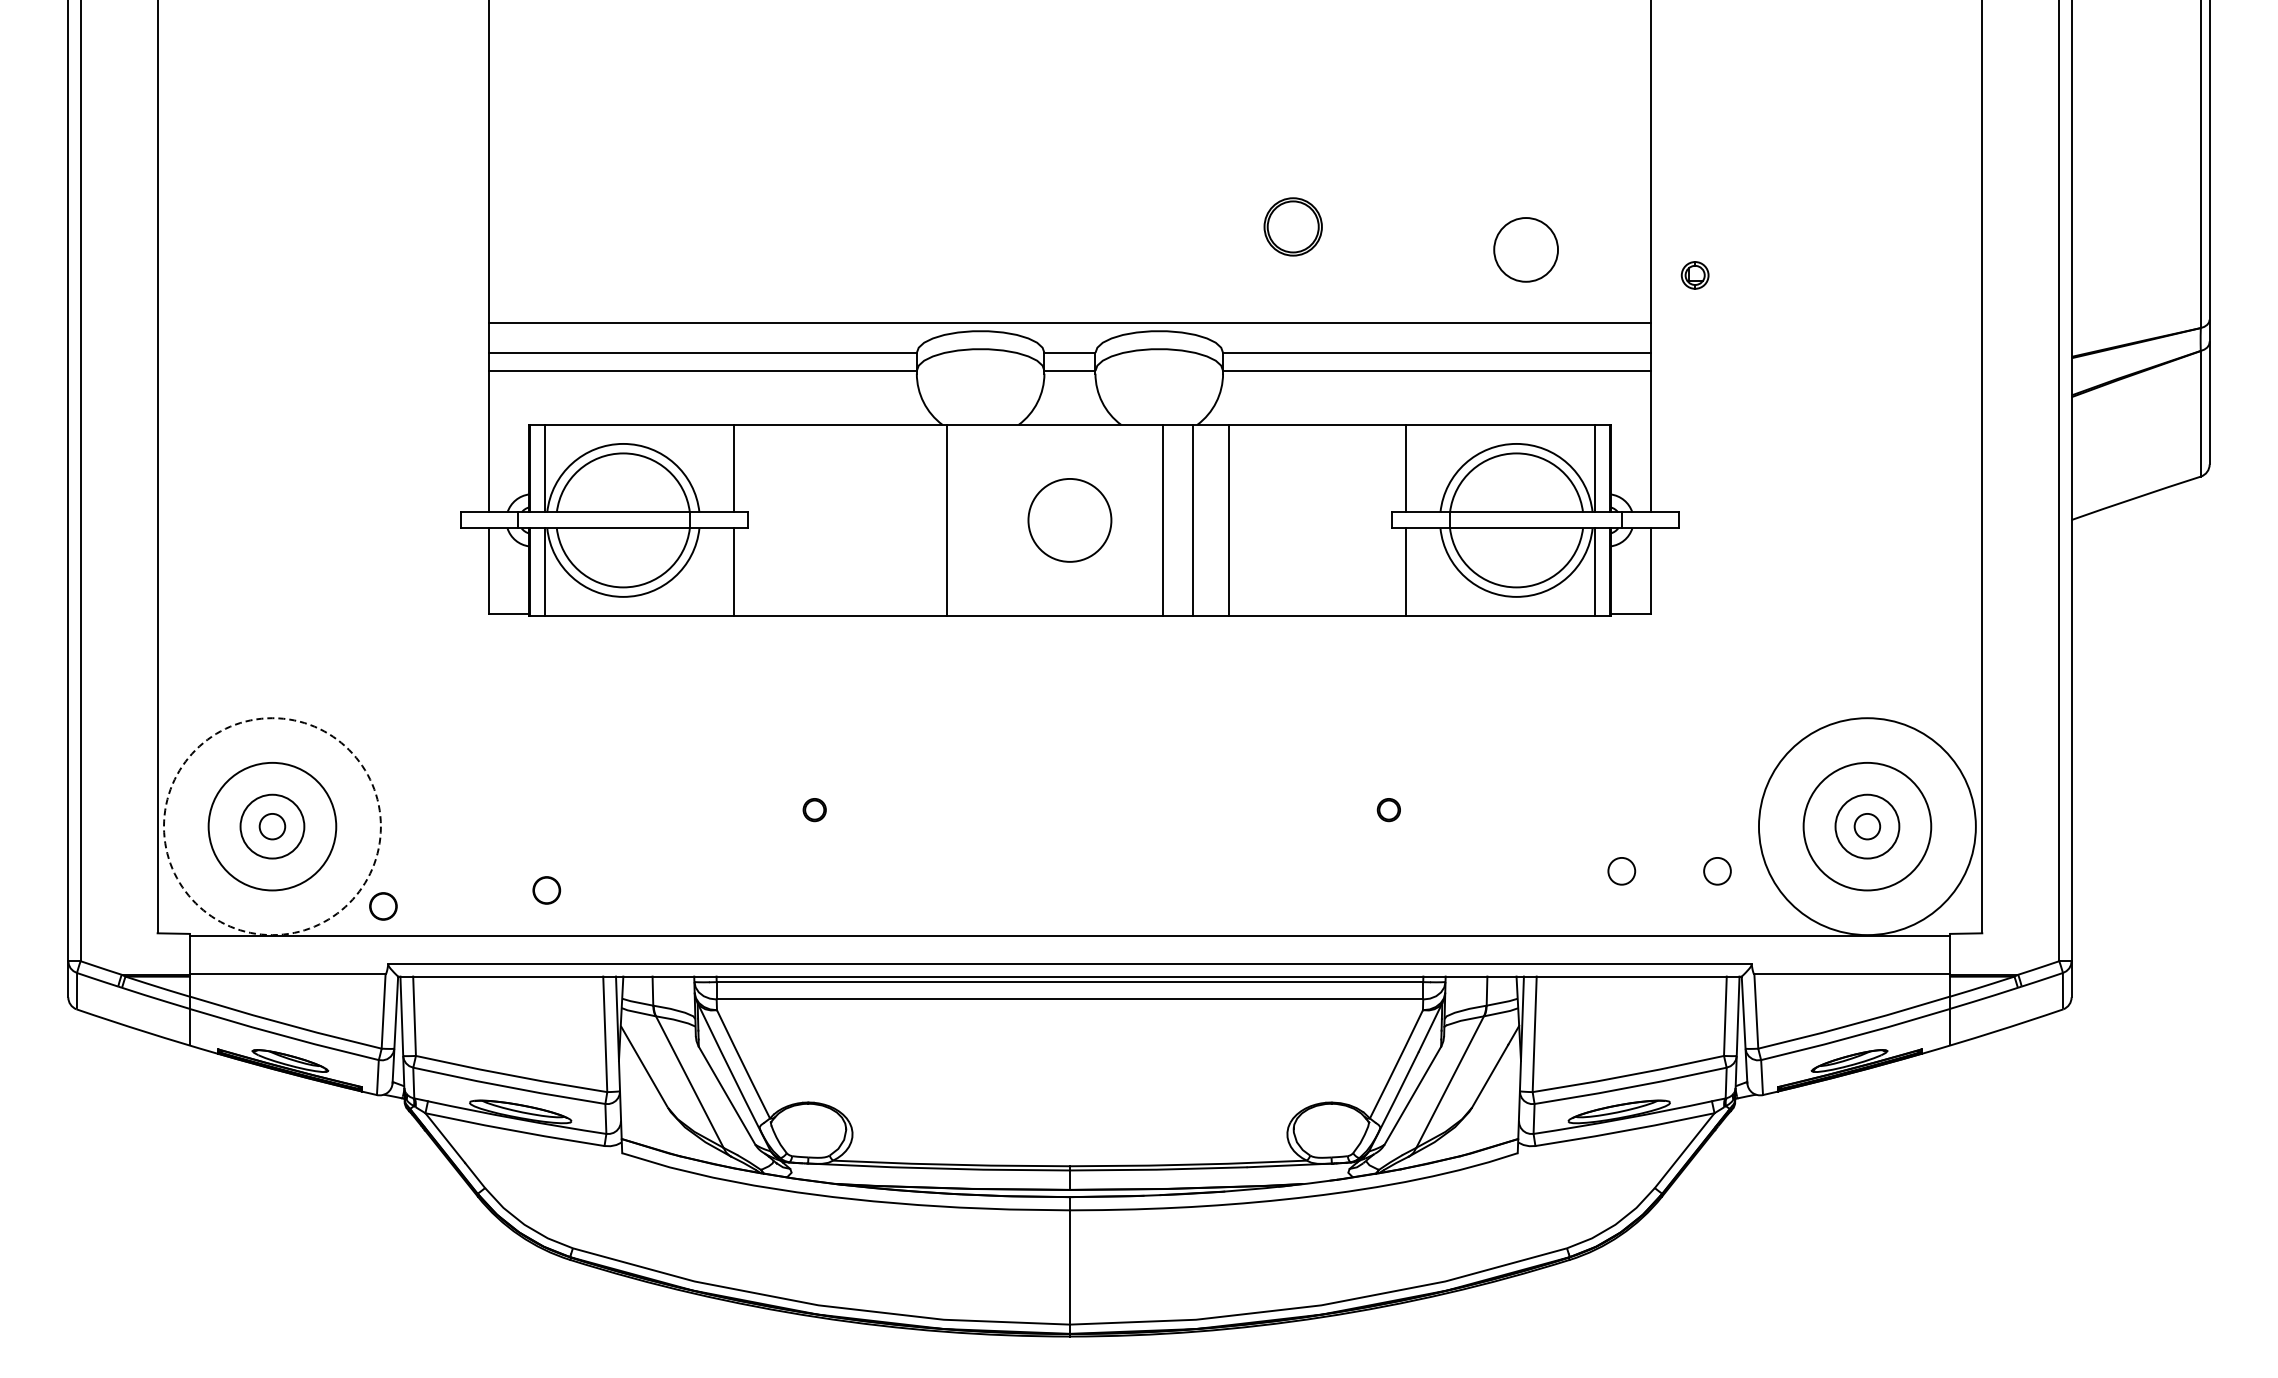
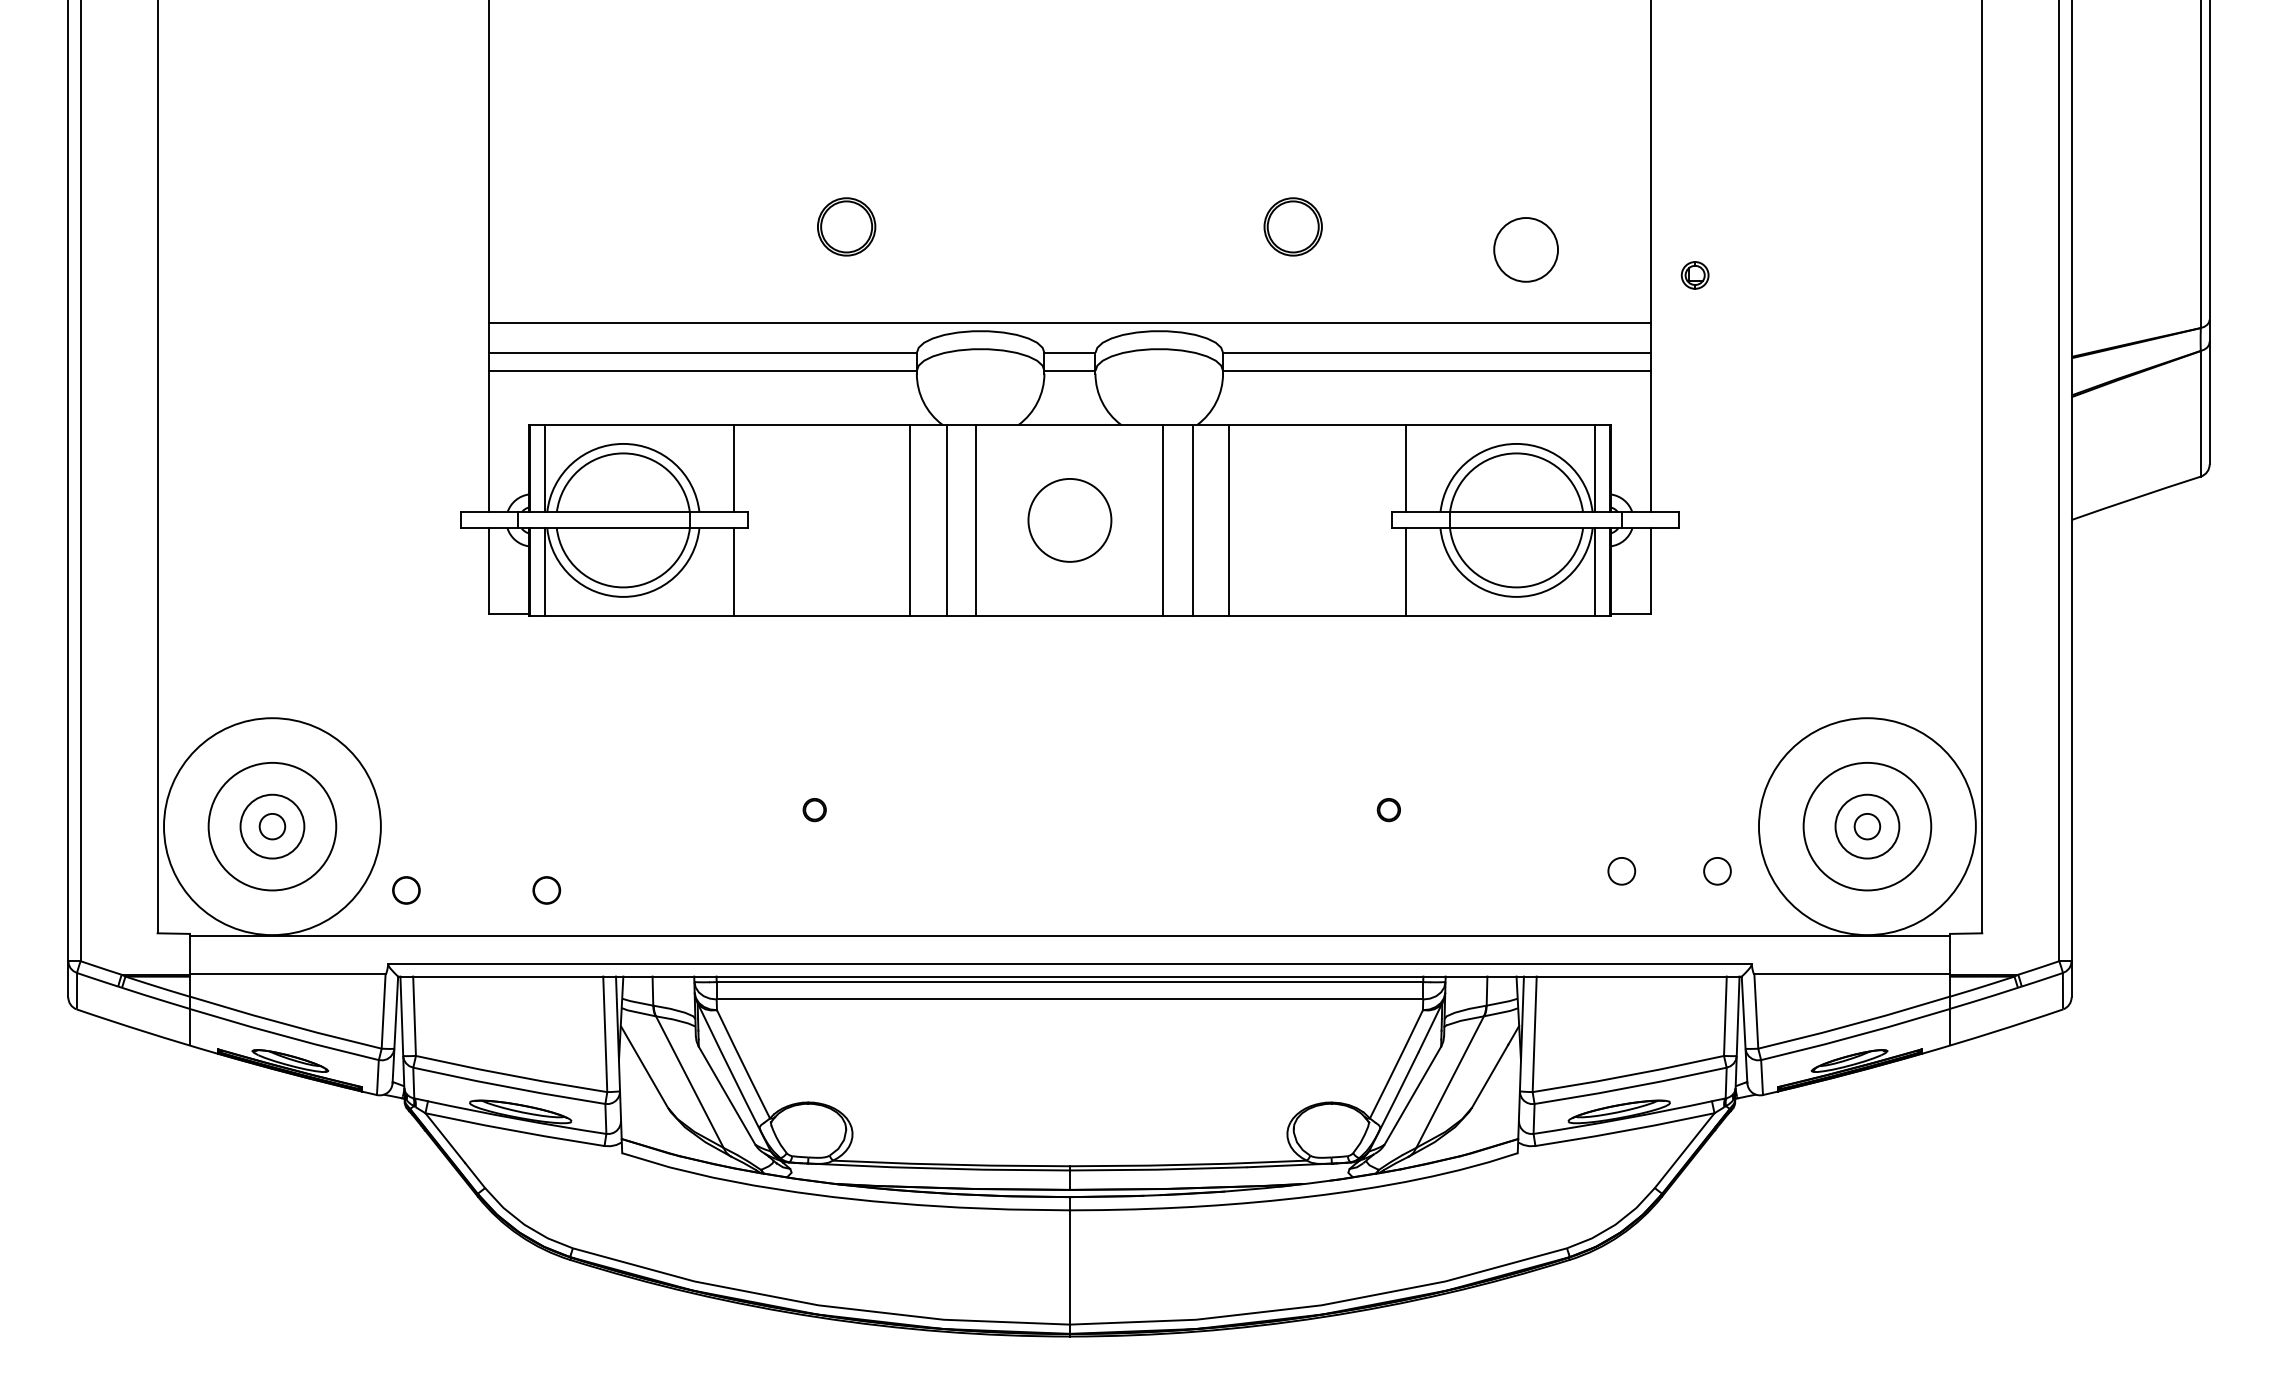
part at (846, 226): none -> present
line at (910, 520): none -> present
line at (976, 520): none -> present
circle at (272, 826): dashed -> solid
circle at (383, 906) position: (383, 906) -> (406, 890)
